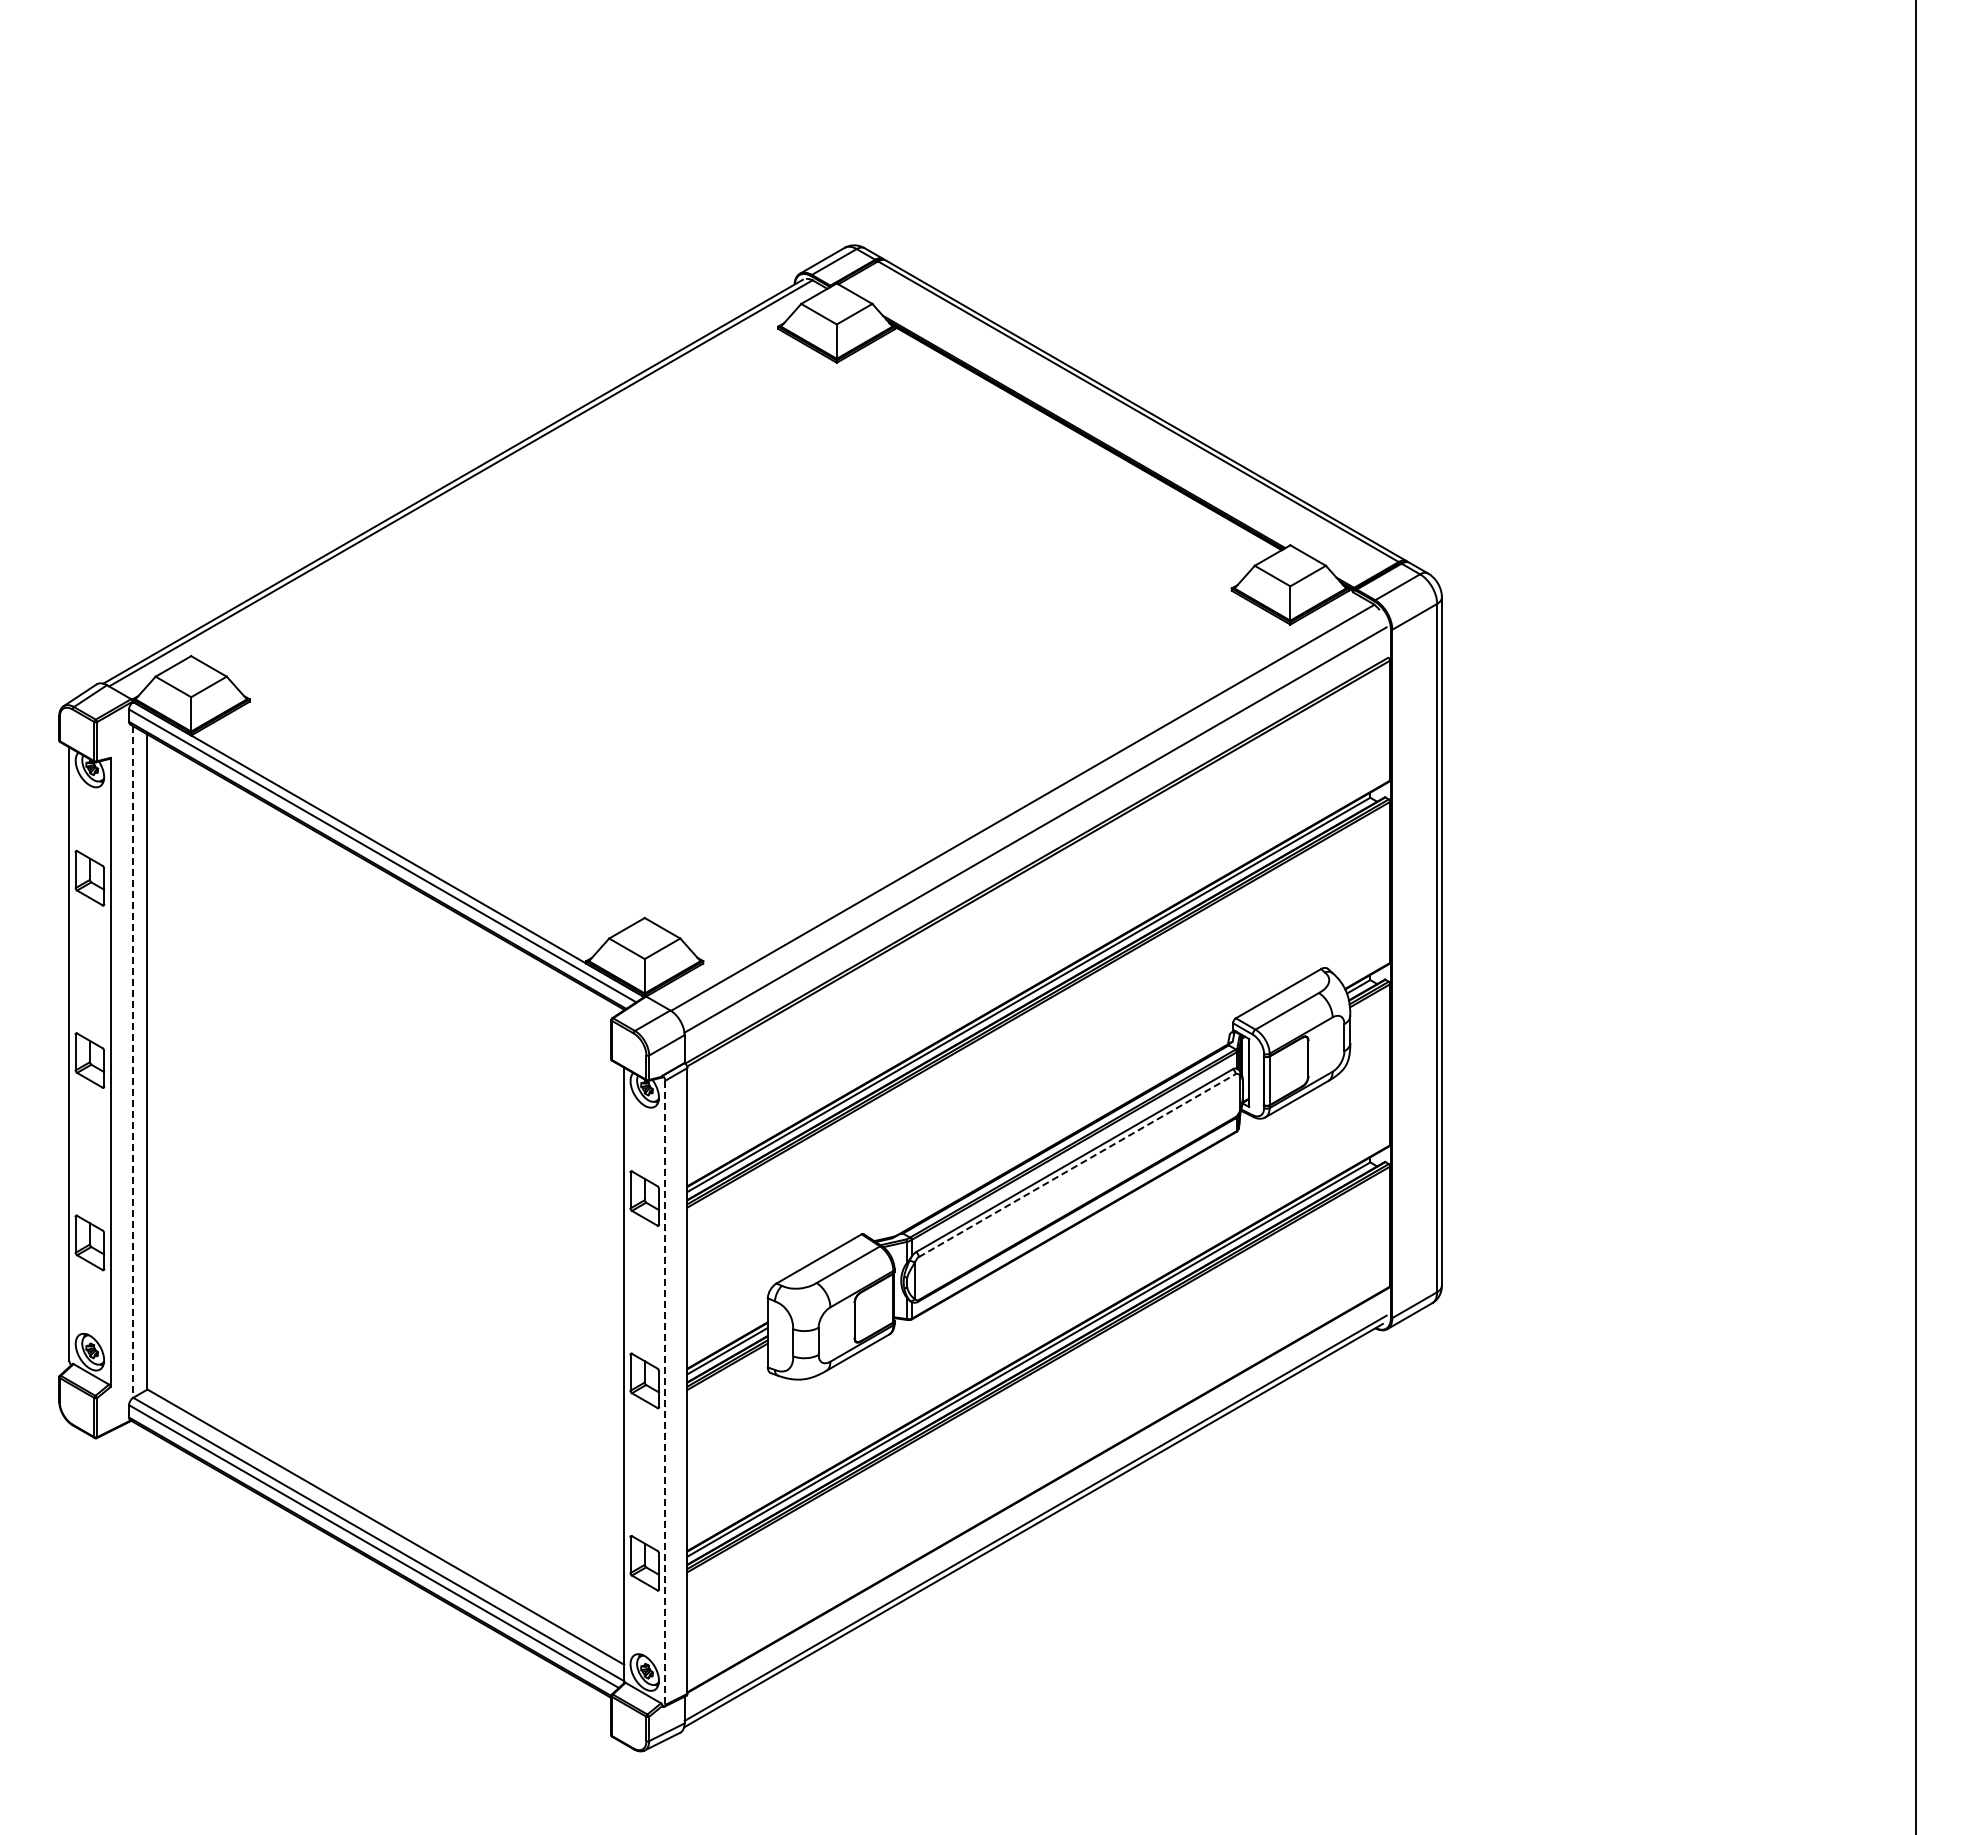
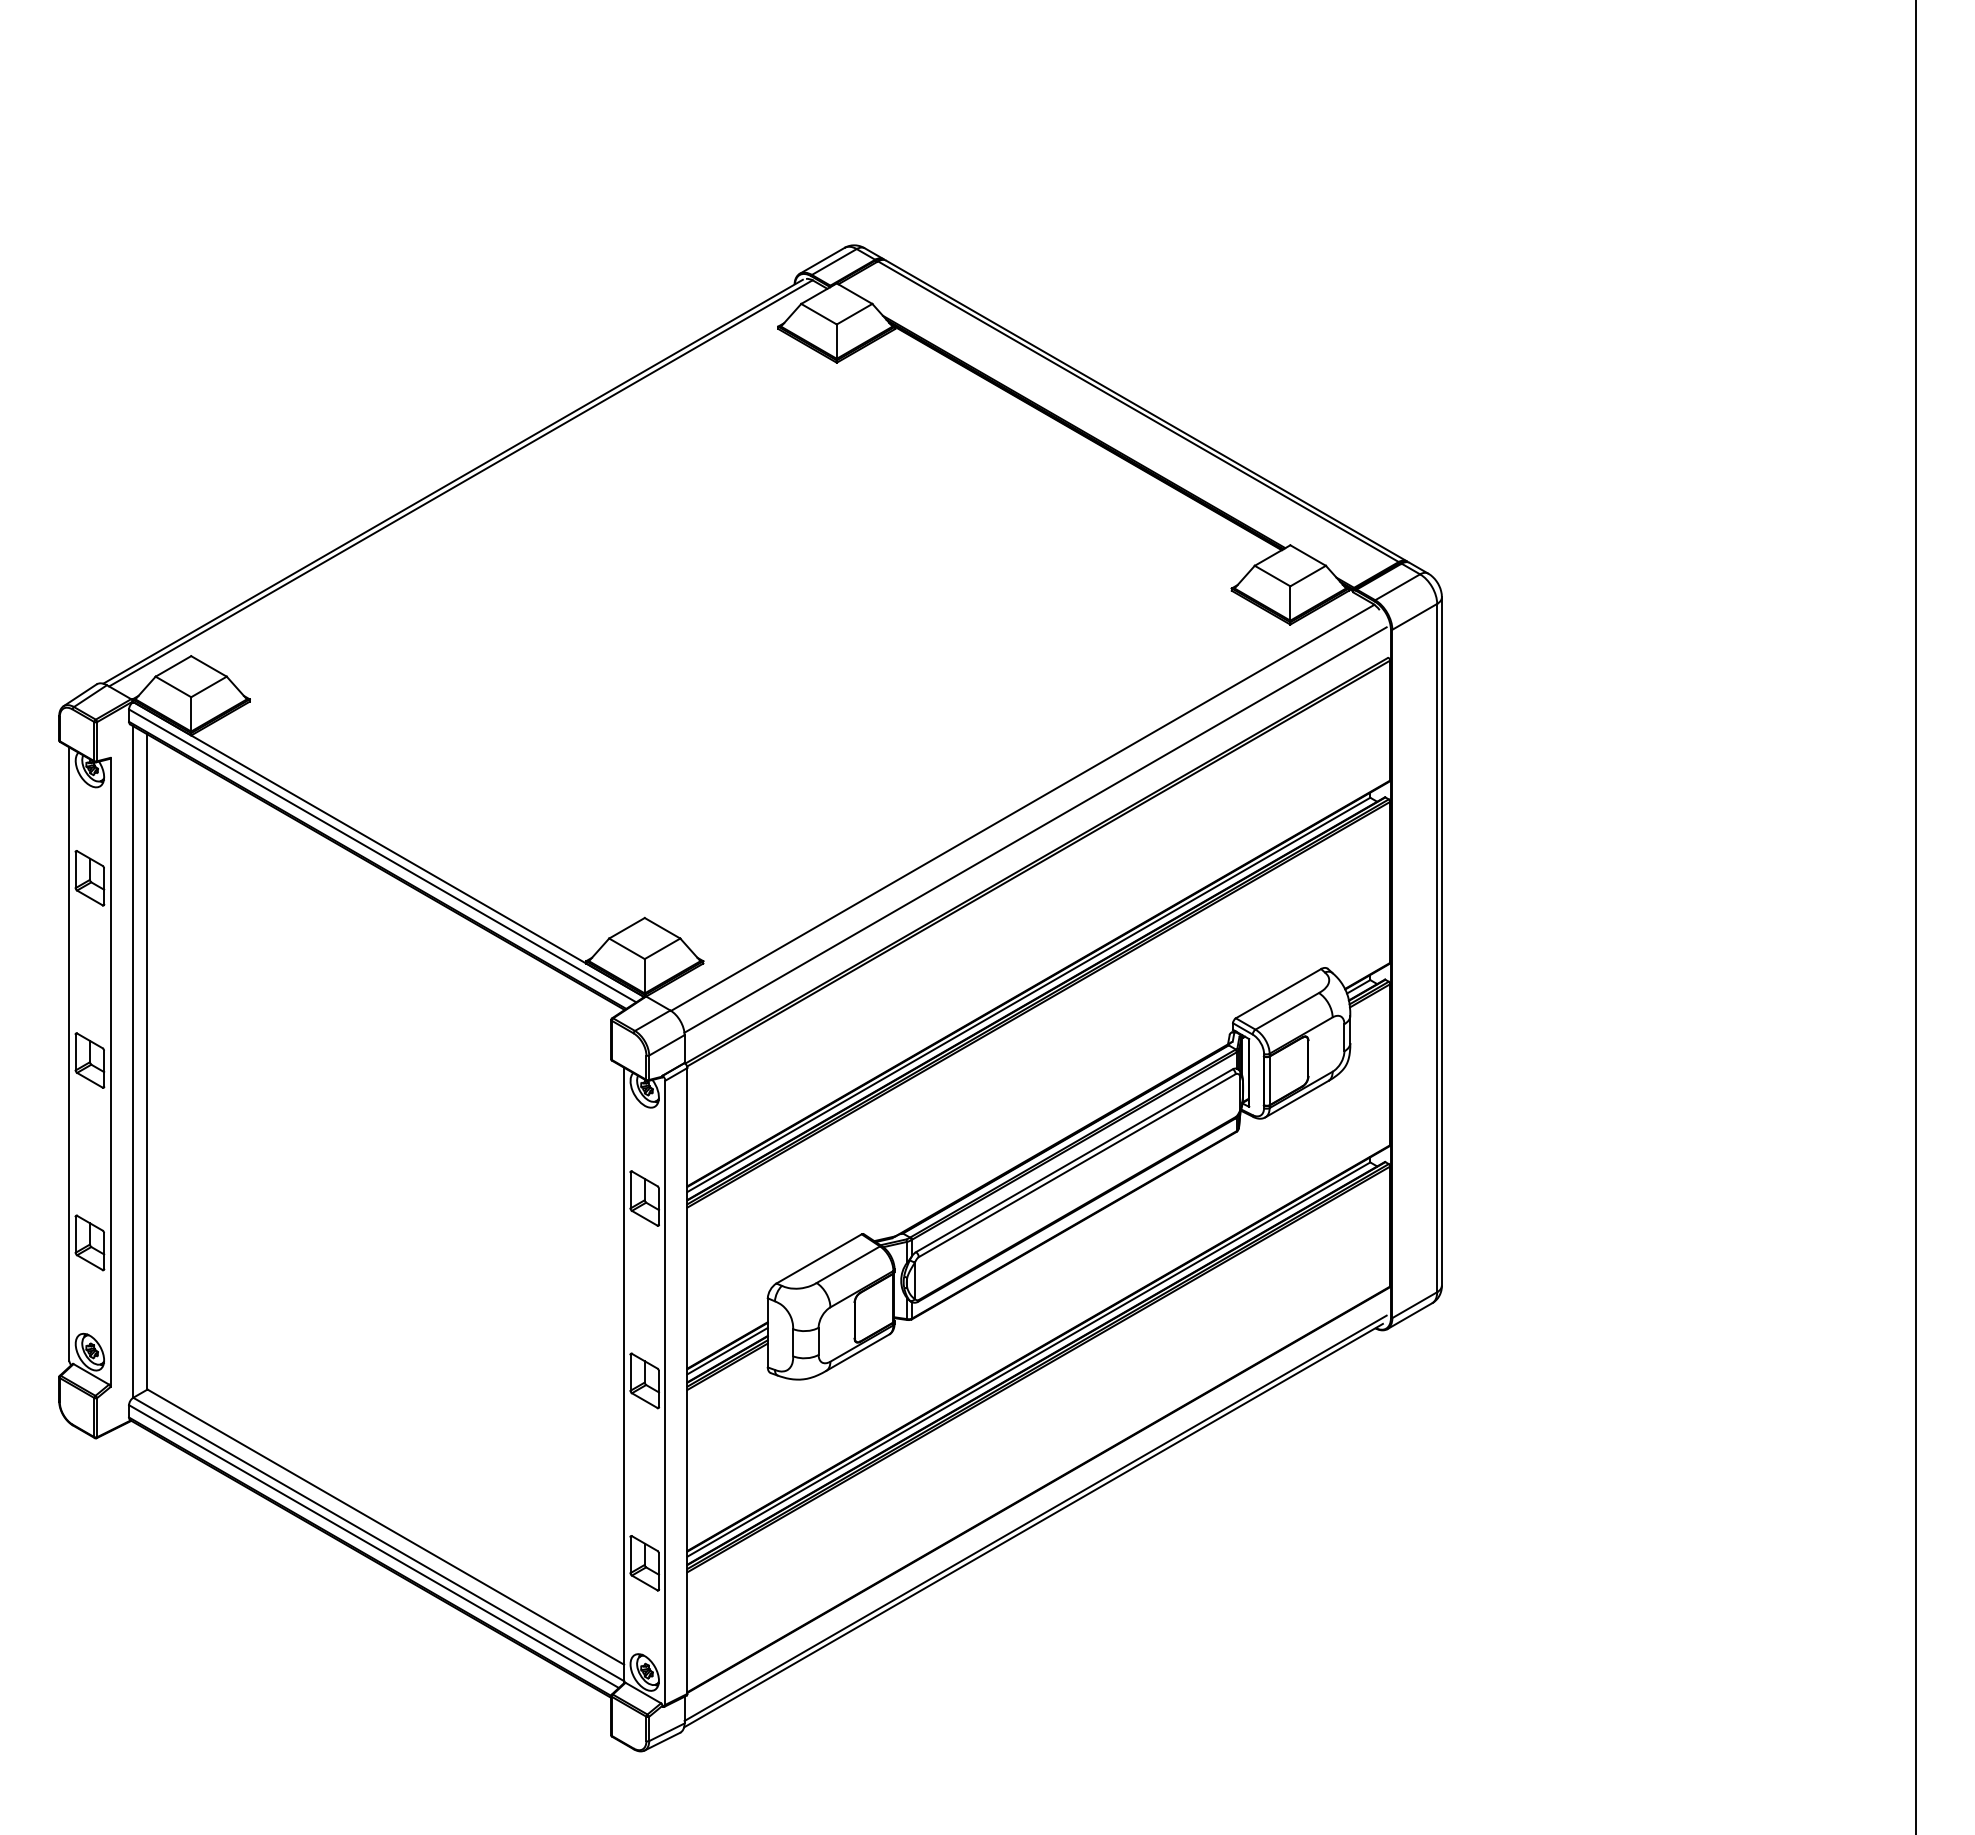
line at (132, 1062): dashed -> solid
line at (1077, 1165): dashed -> solid
line at (665, 1393): dashed -> solid
